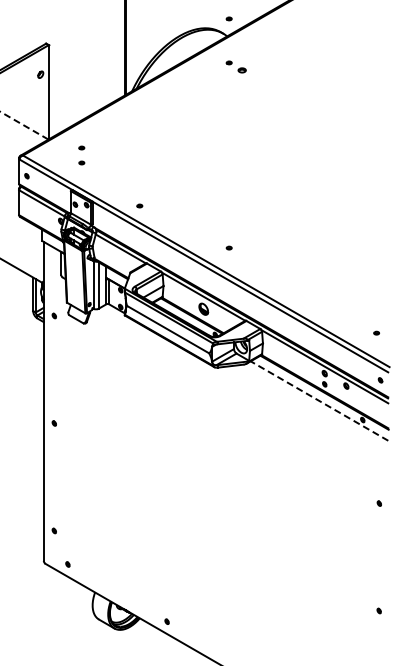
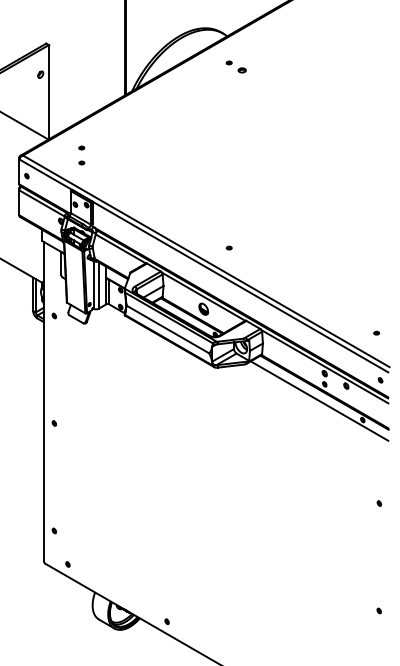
part at (228, 18): present -> none
line at (24, 125): dashed -> solid
part at (139, 205): present -> none
line at (319, 400): dashed -> solid
